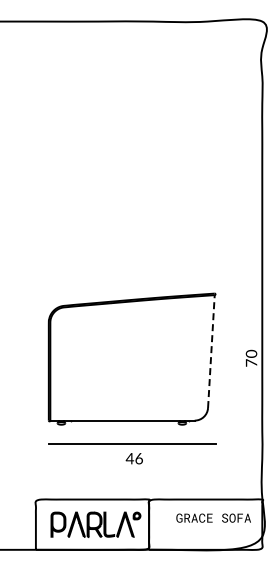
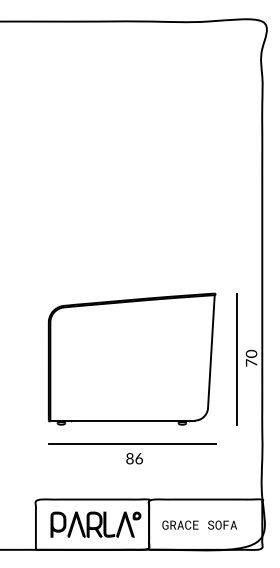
line at (211, 351): dashed -> solid
line at (237, 358): none -> present
text at (129, 458): 46 -> 86
text at (213, 517) position: (213, 517) -> (199, 524)
